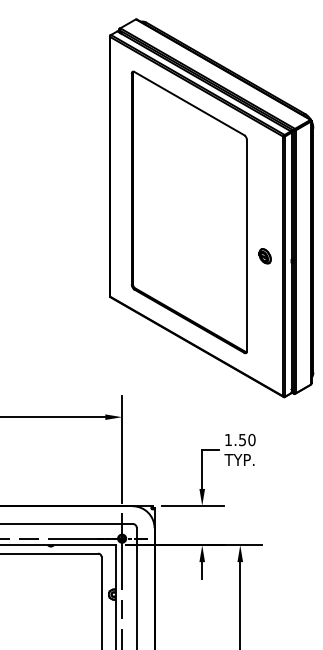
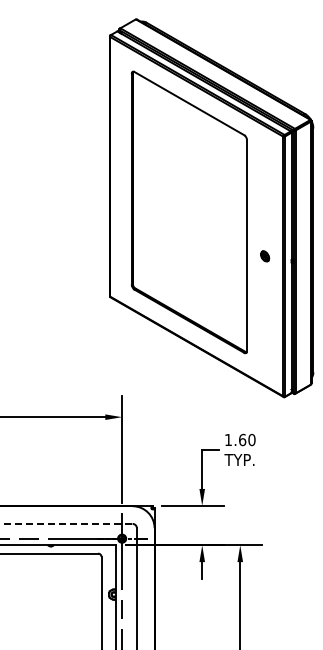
part at (264, 256) size: 14x17 px -> 11x13 px
text at (242, 439): 1.50 -> 1.60
line at (66, 523): solid -> dashed
